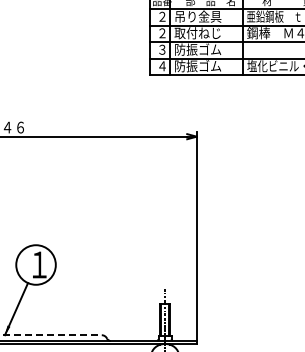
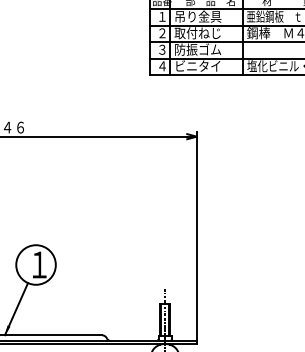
text at (162, 15): ２ -> １
text at (197, 66): 防振ゴム -> ビニタイ
line at (50, 335): dashed -> solid
